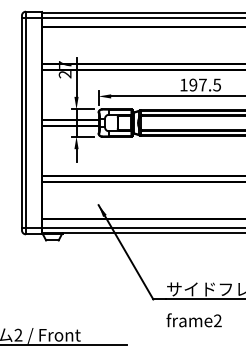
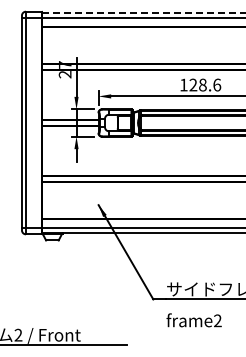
line at (143, 13): solid -> dashed
text at (205, 84): 197.5 -> 128.6
